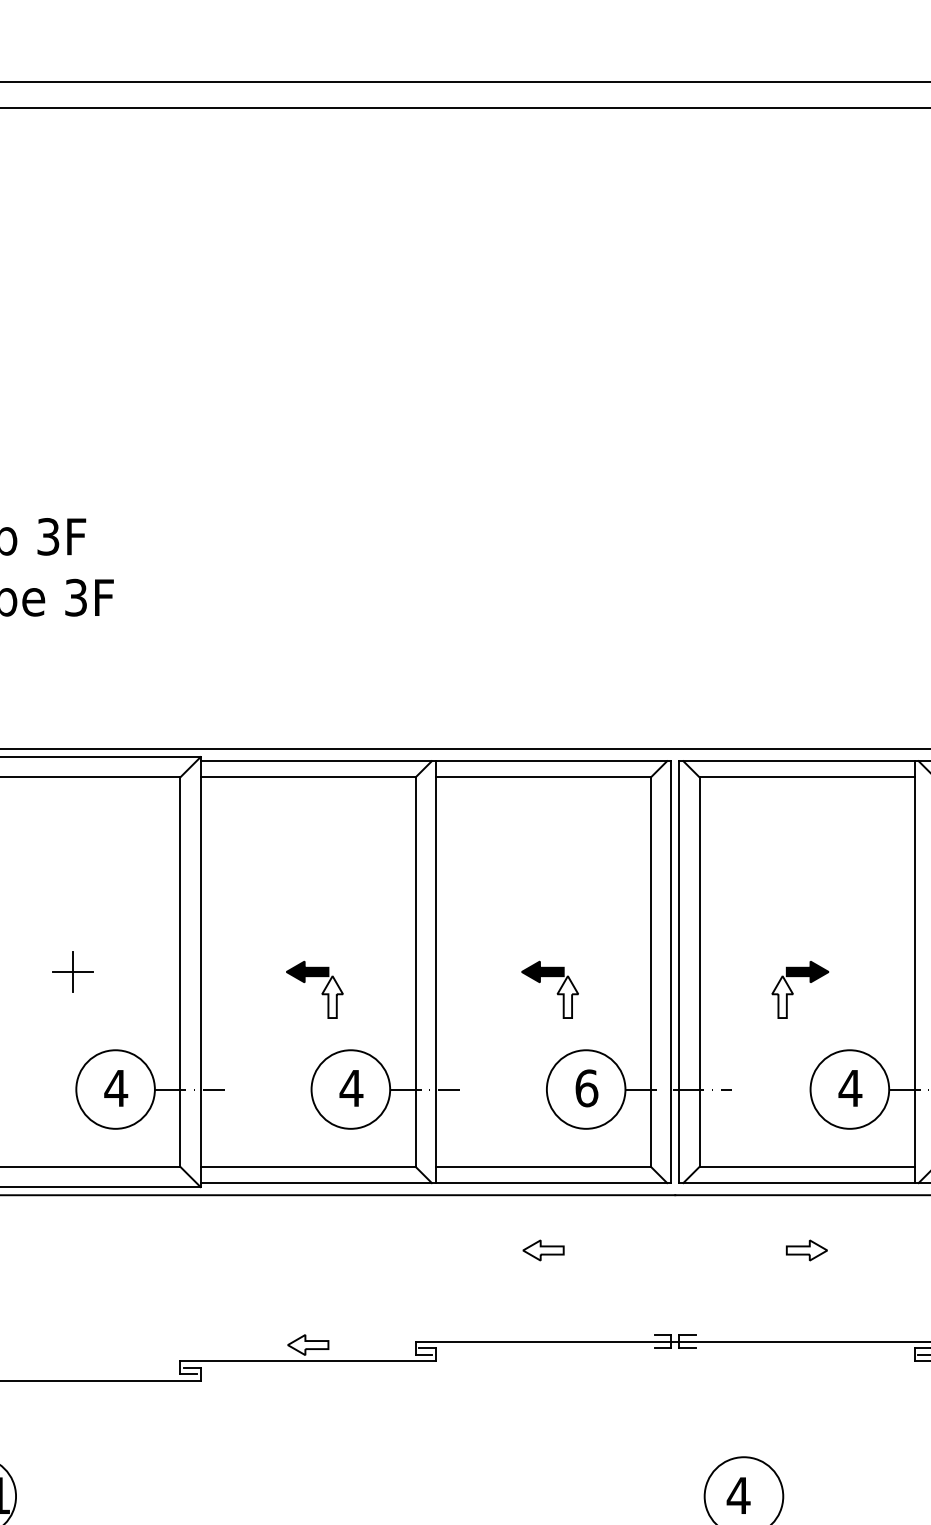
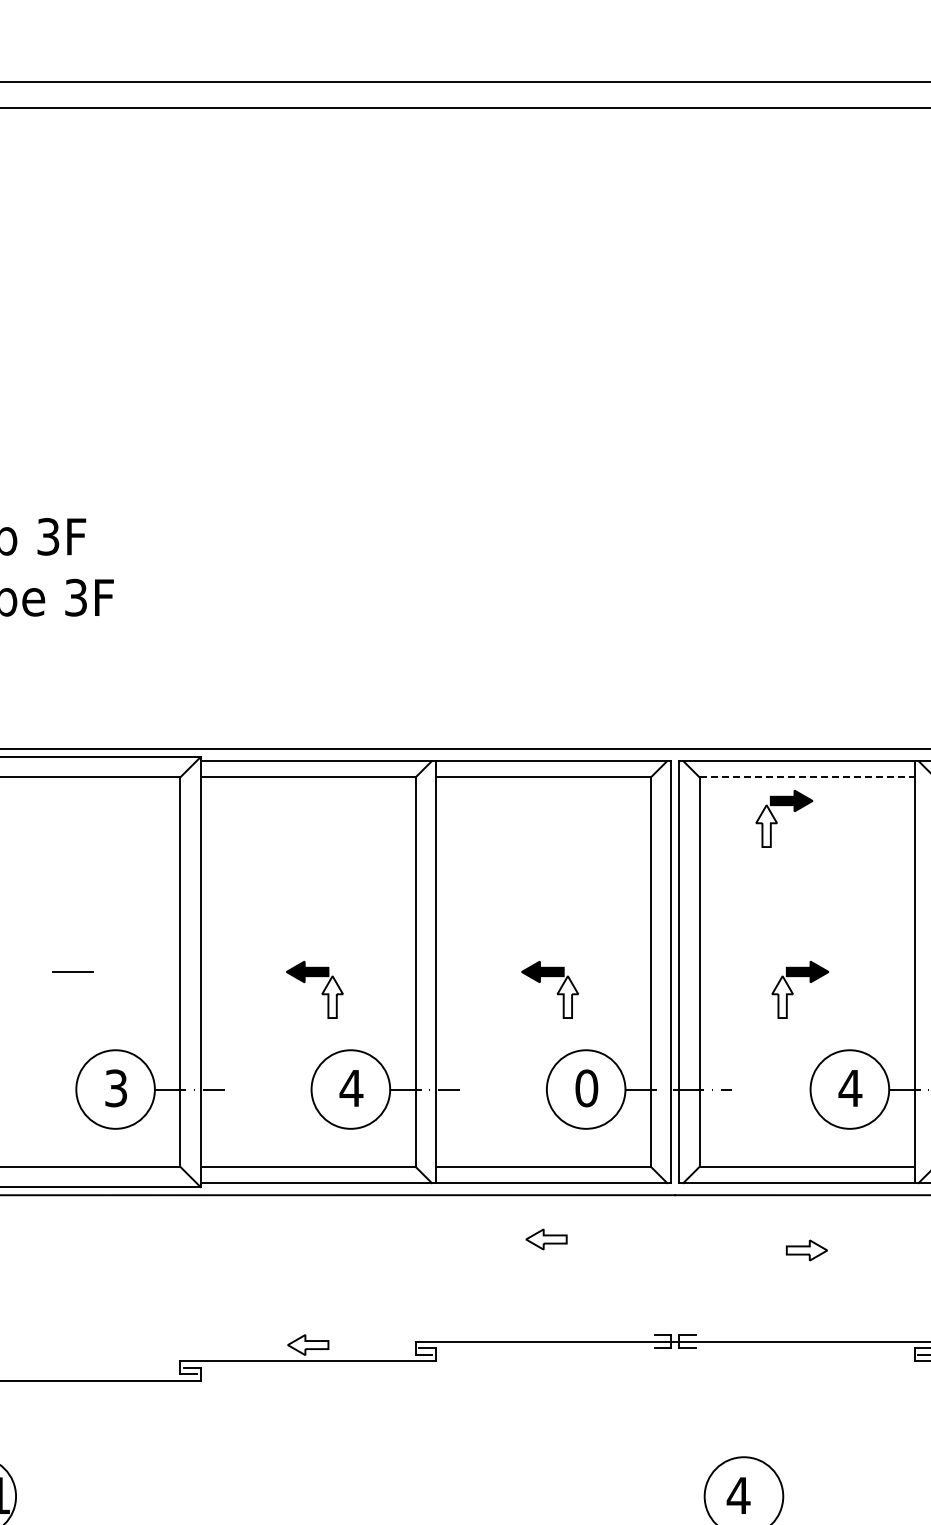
line at (807, 777): solid -> dashed
part at (777, 821): none -> present
line at (72, 971): present -> none
text at (116, 1088): 4 -> 3
text at (586, 1088): 6 -> 0
part at (543, 1250) position: (543, 1250) -> (546, 1239)
